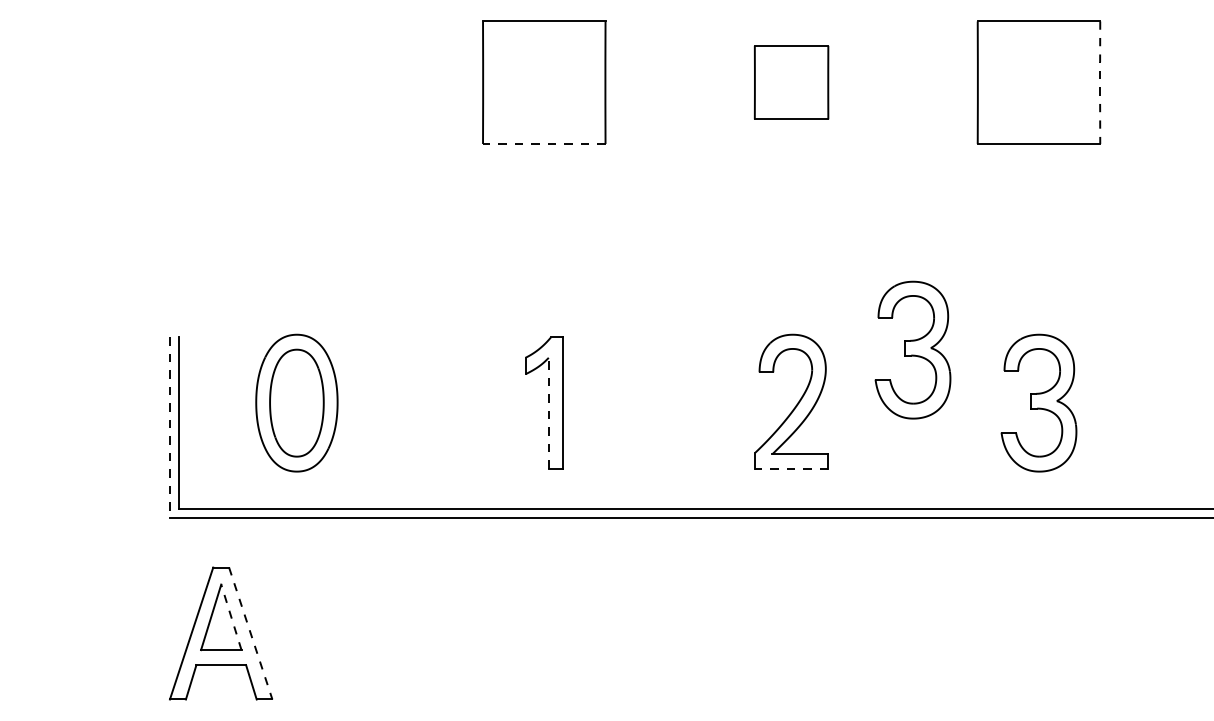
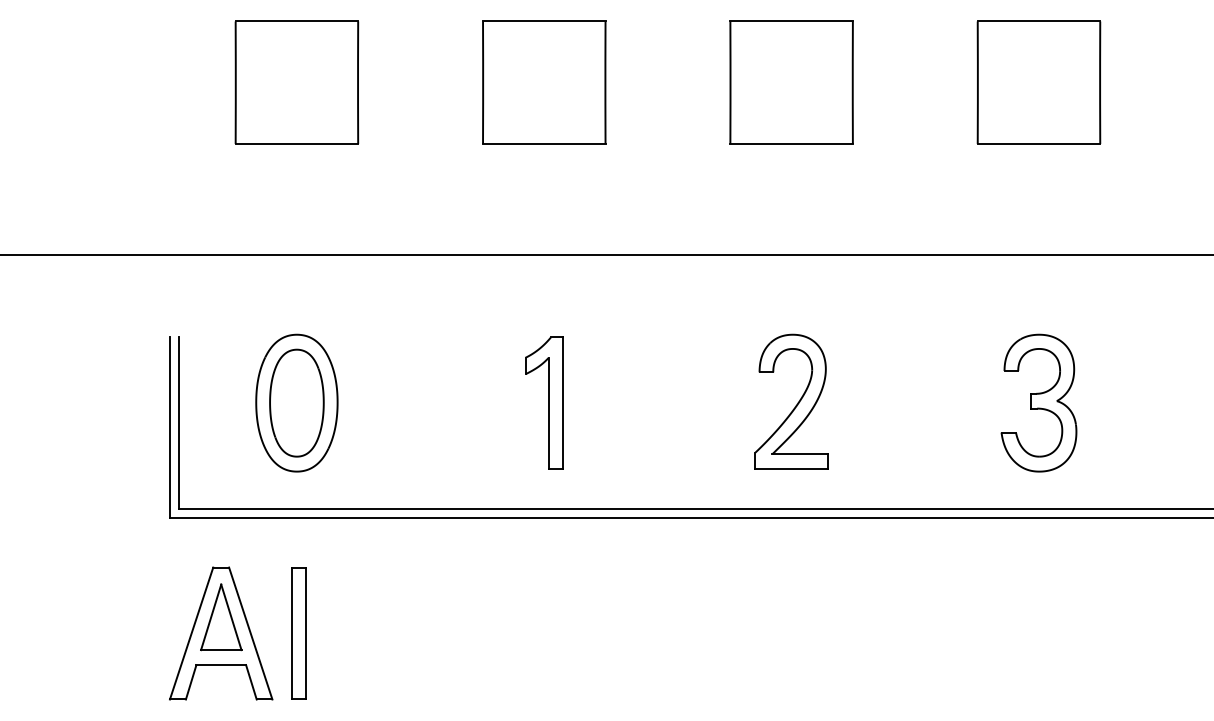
part at (296, 82): none -> present
part at (791, 82) size: 77x75 px -> 125x125 px
line at (1100, 82): dashed -> solid
line at (543, 144): dashed -> solid
line at (606, 254): none -> present
part at (912, 349): present -> none
line at (548, 412): dashed -> solid
line at (170, 428): dashed -> solid
line at (791, 468): dashed -> solid
line at (231, 616): dashed -> solid
part at (298, 633): none -> present
line at (250, 634): dashed -> solid
